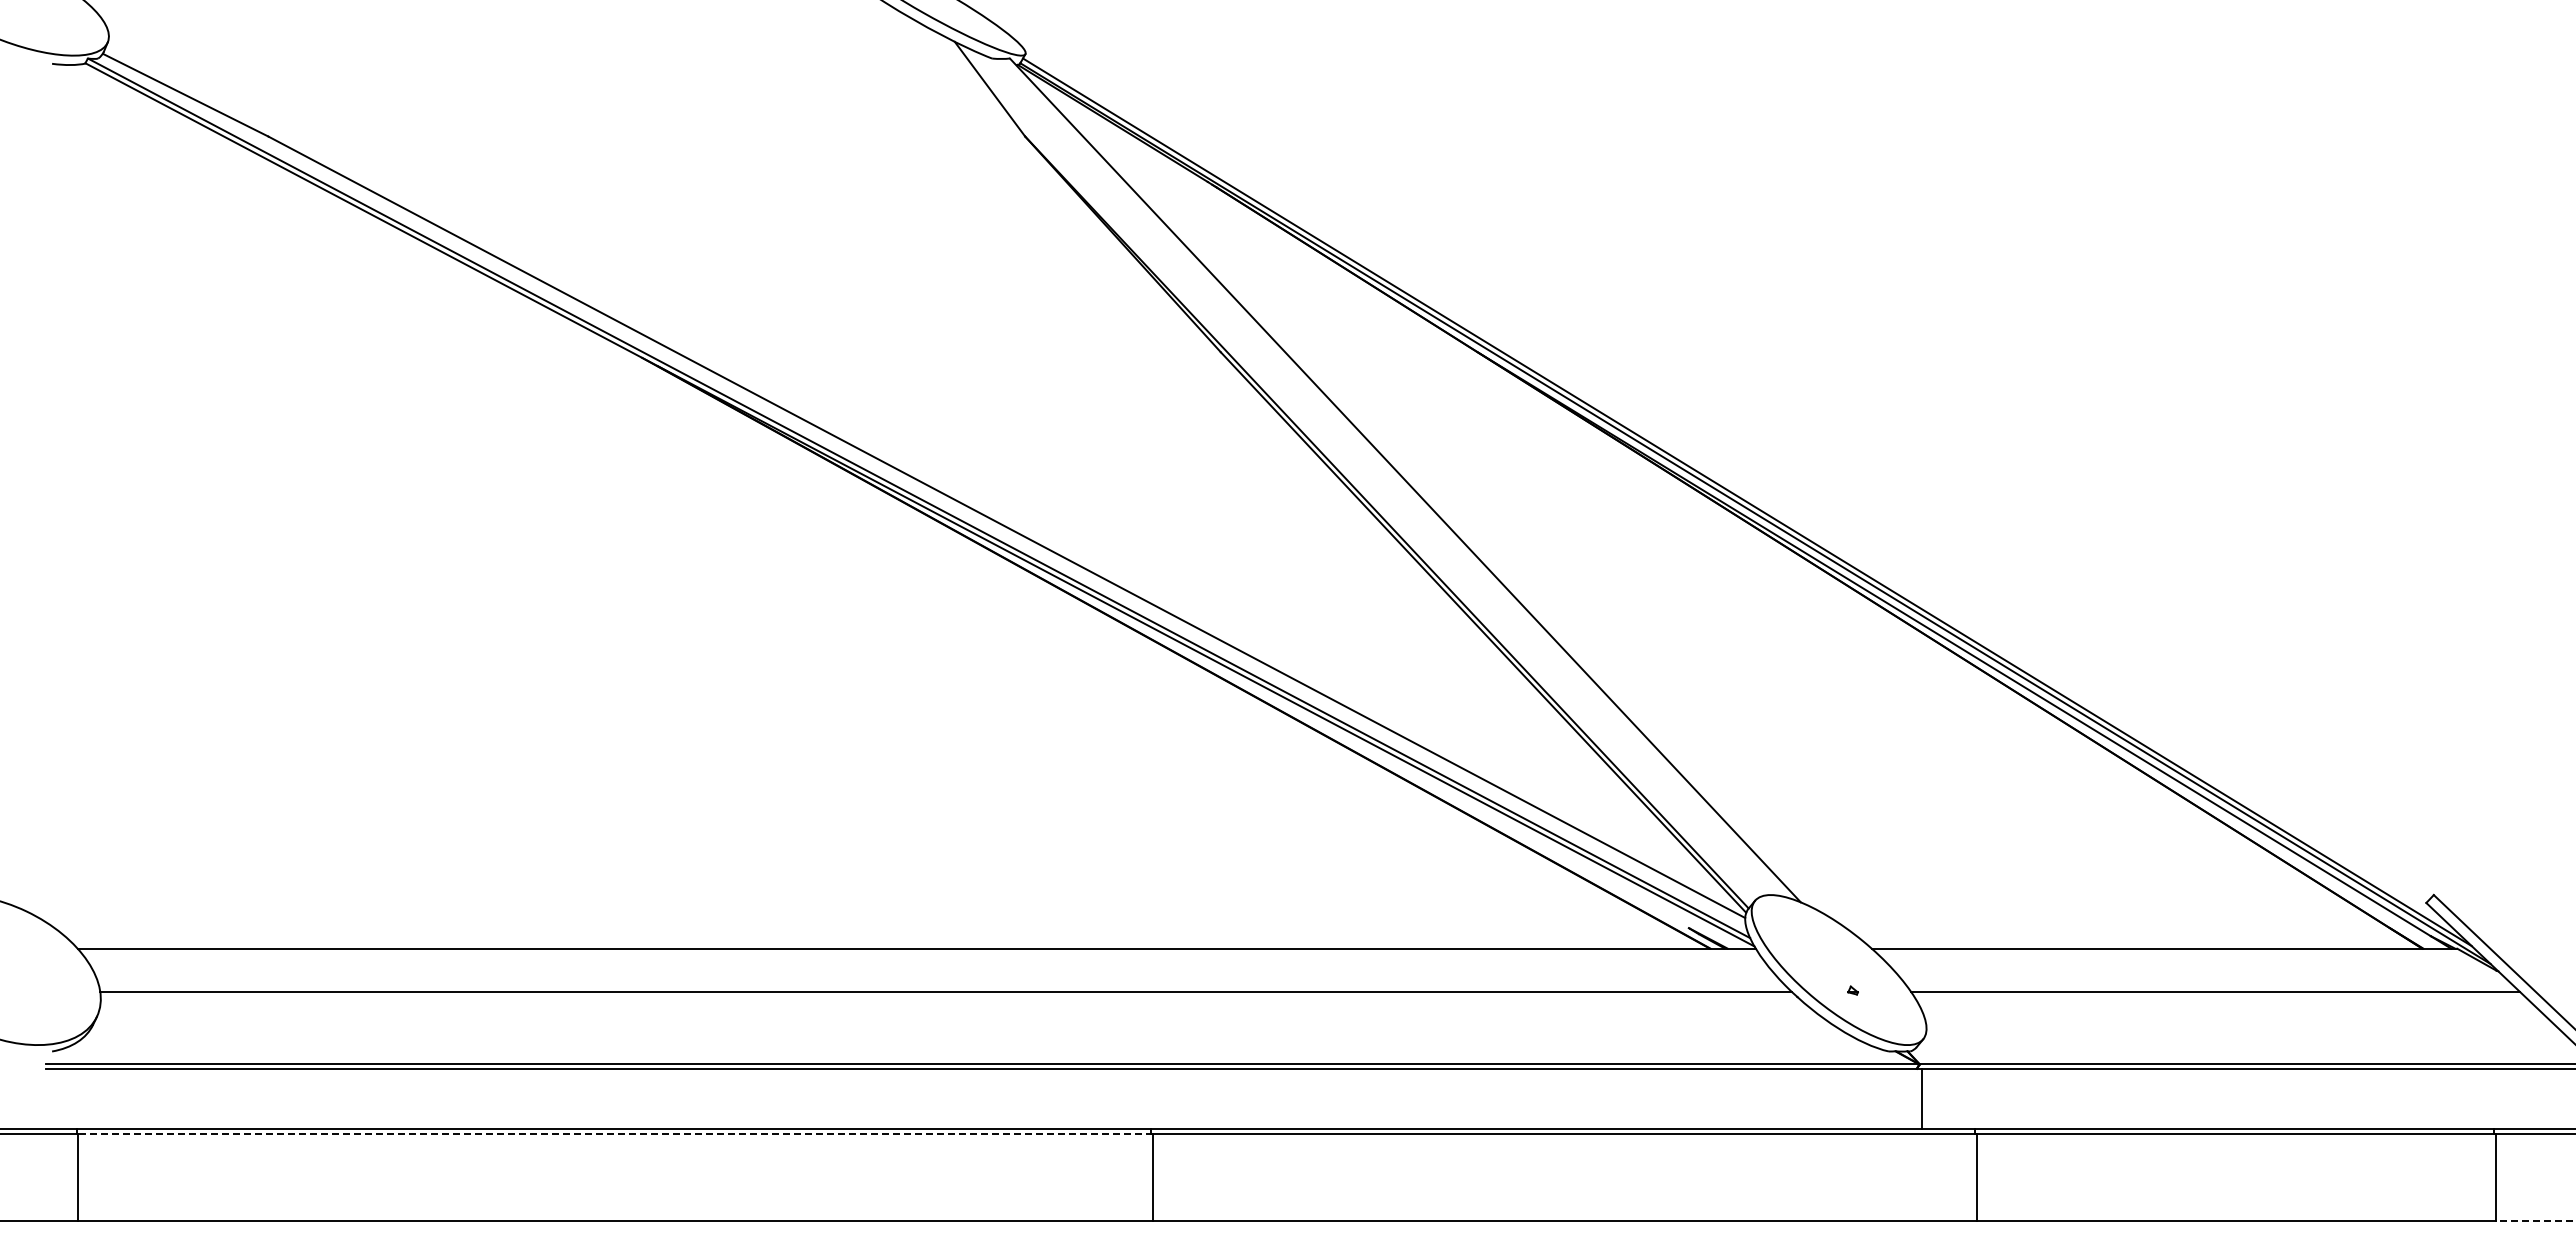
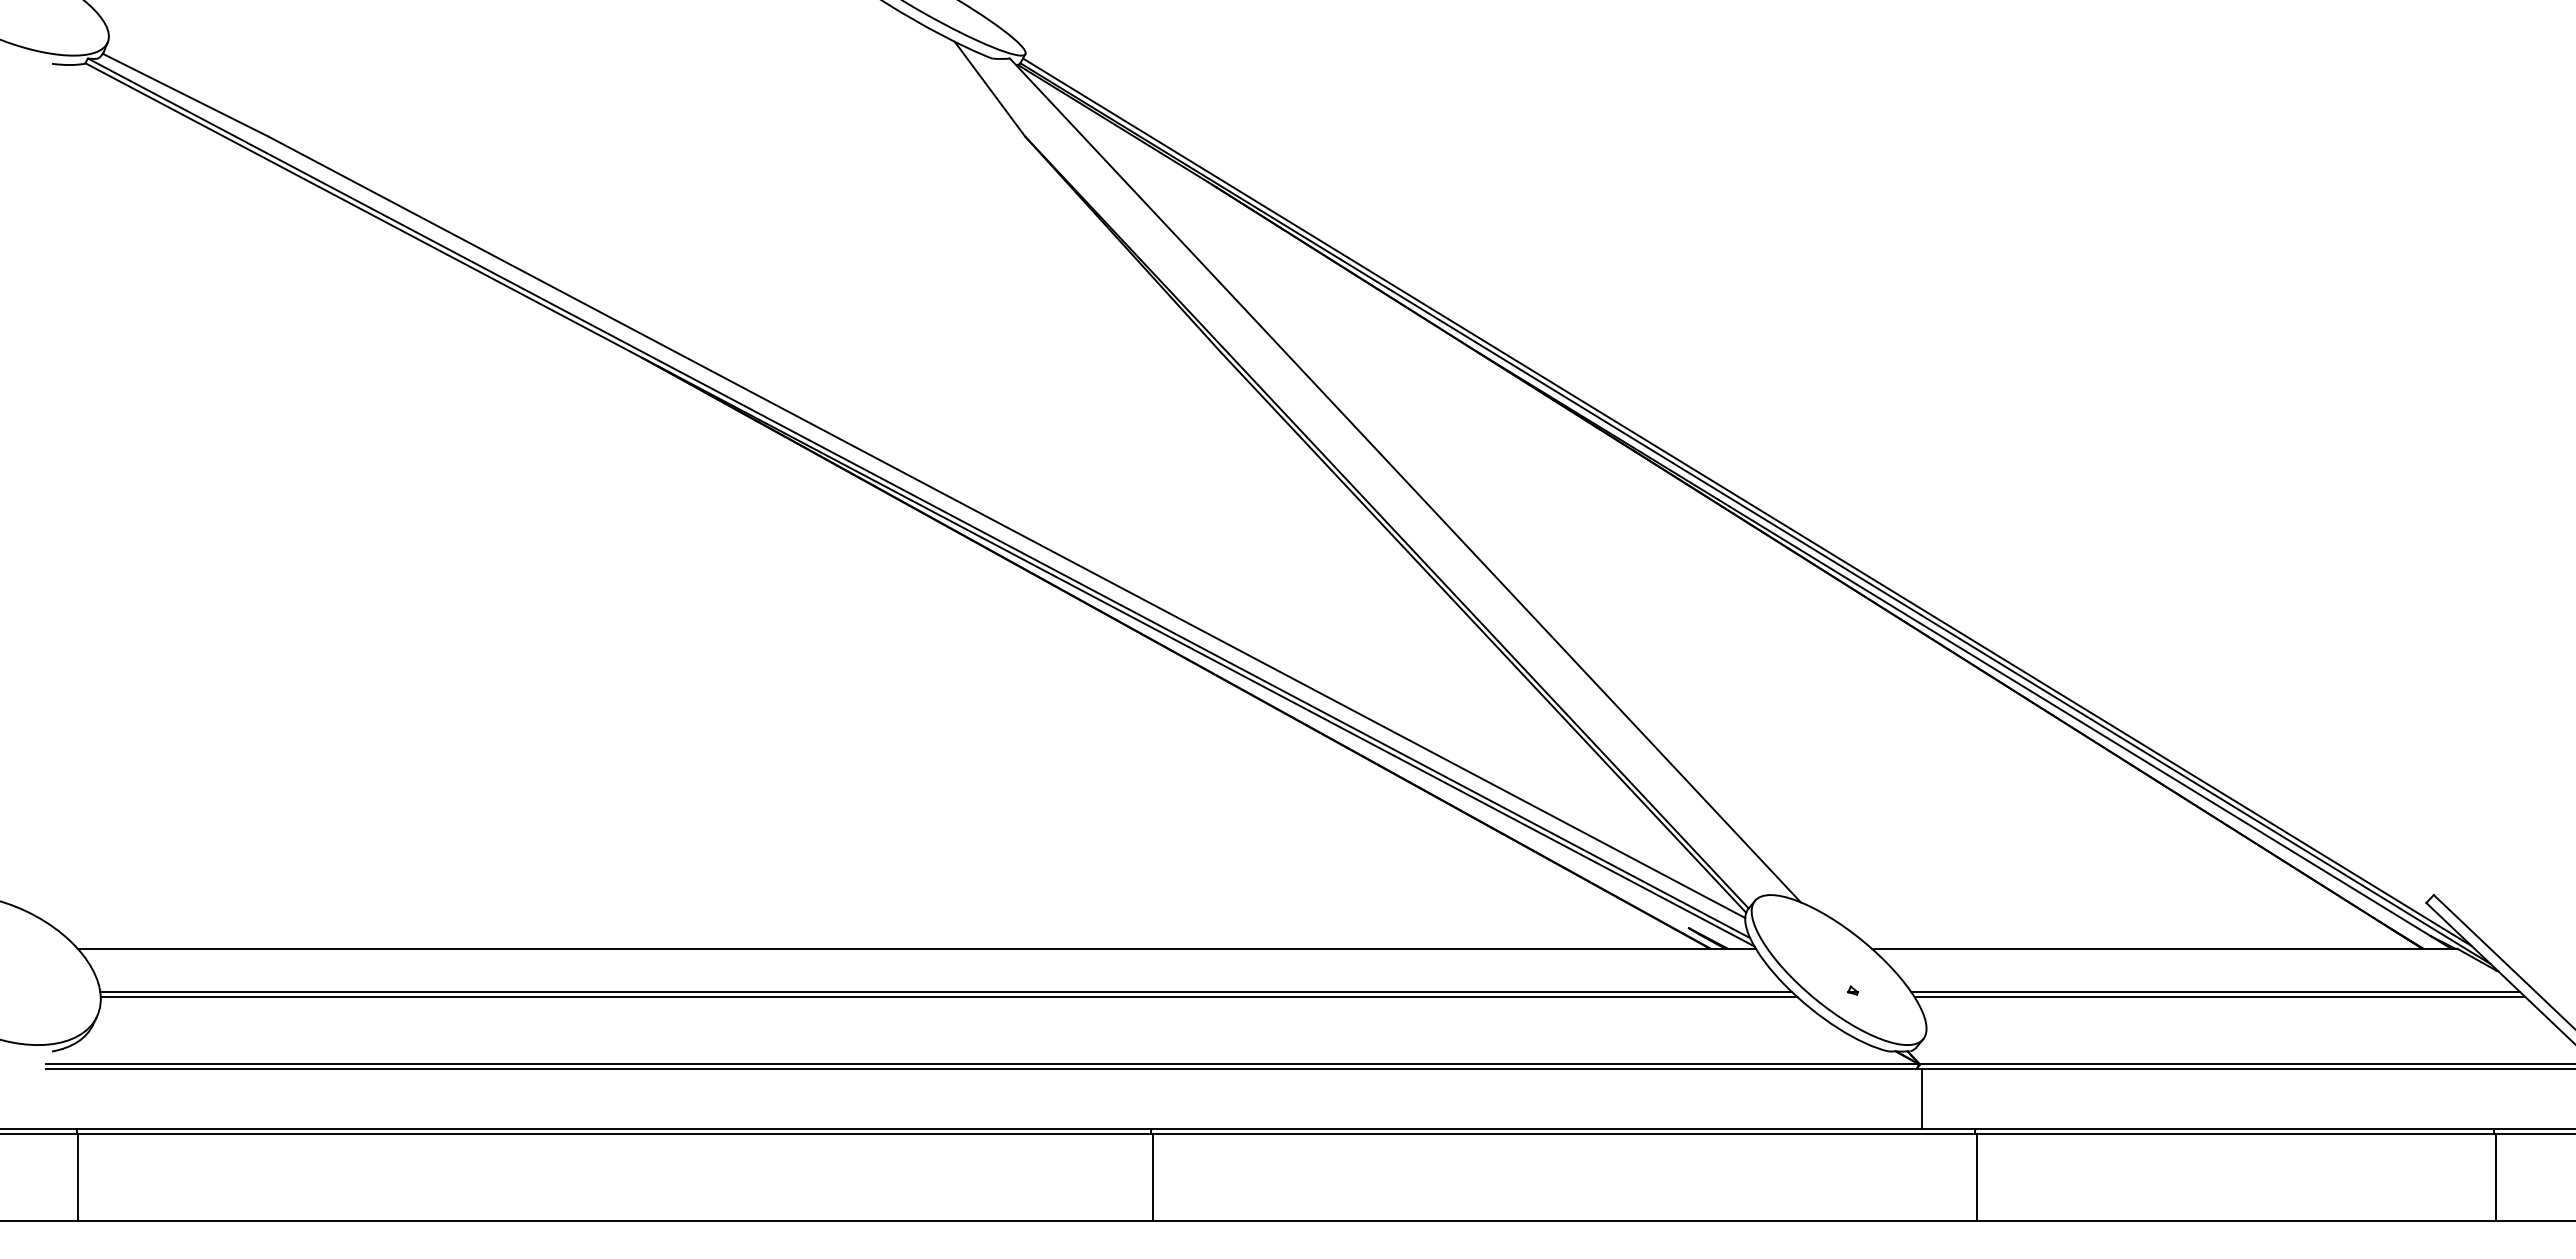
line at (948, 997): none -> present
line at (2219, 997): none -> present
line at (615, 1134): dashed -> solid
line at (2535, 1221): dashed -> solid
